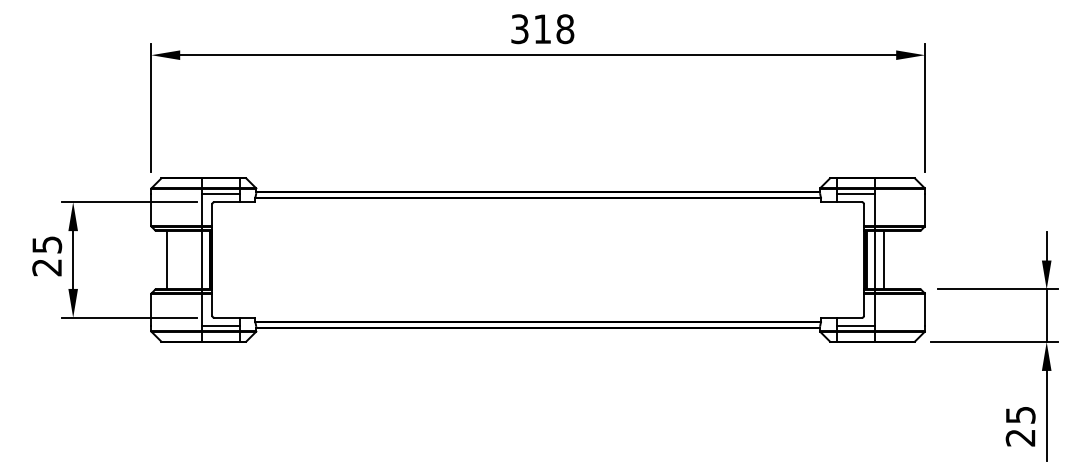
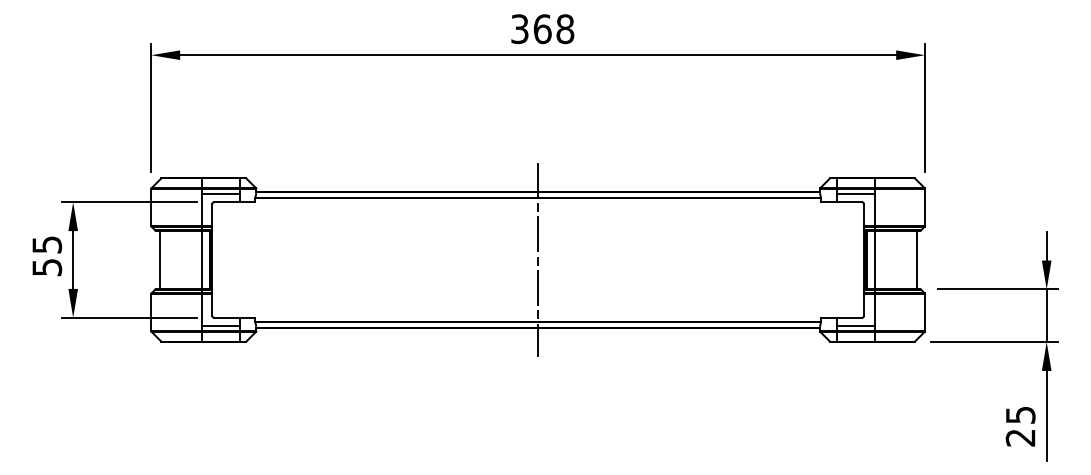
text at (542, 29): 318 -> 368
line at (166, 259) position: (166, 259) -> (159, 259)
line at (538, 259): none -> present
line at (883, 259) position: (883, 259) -> (916, 259)
text at (47, 267): 25 -> 55
